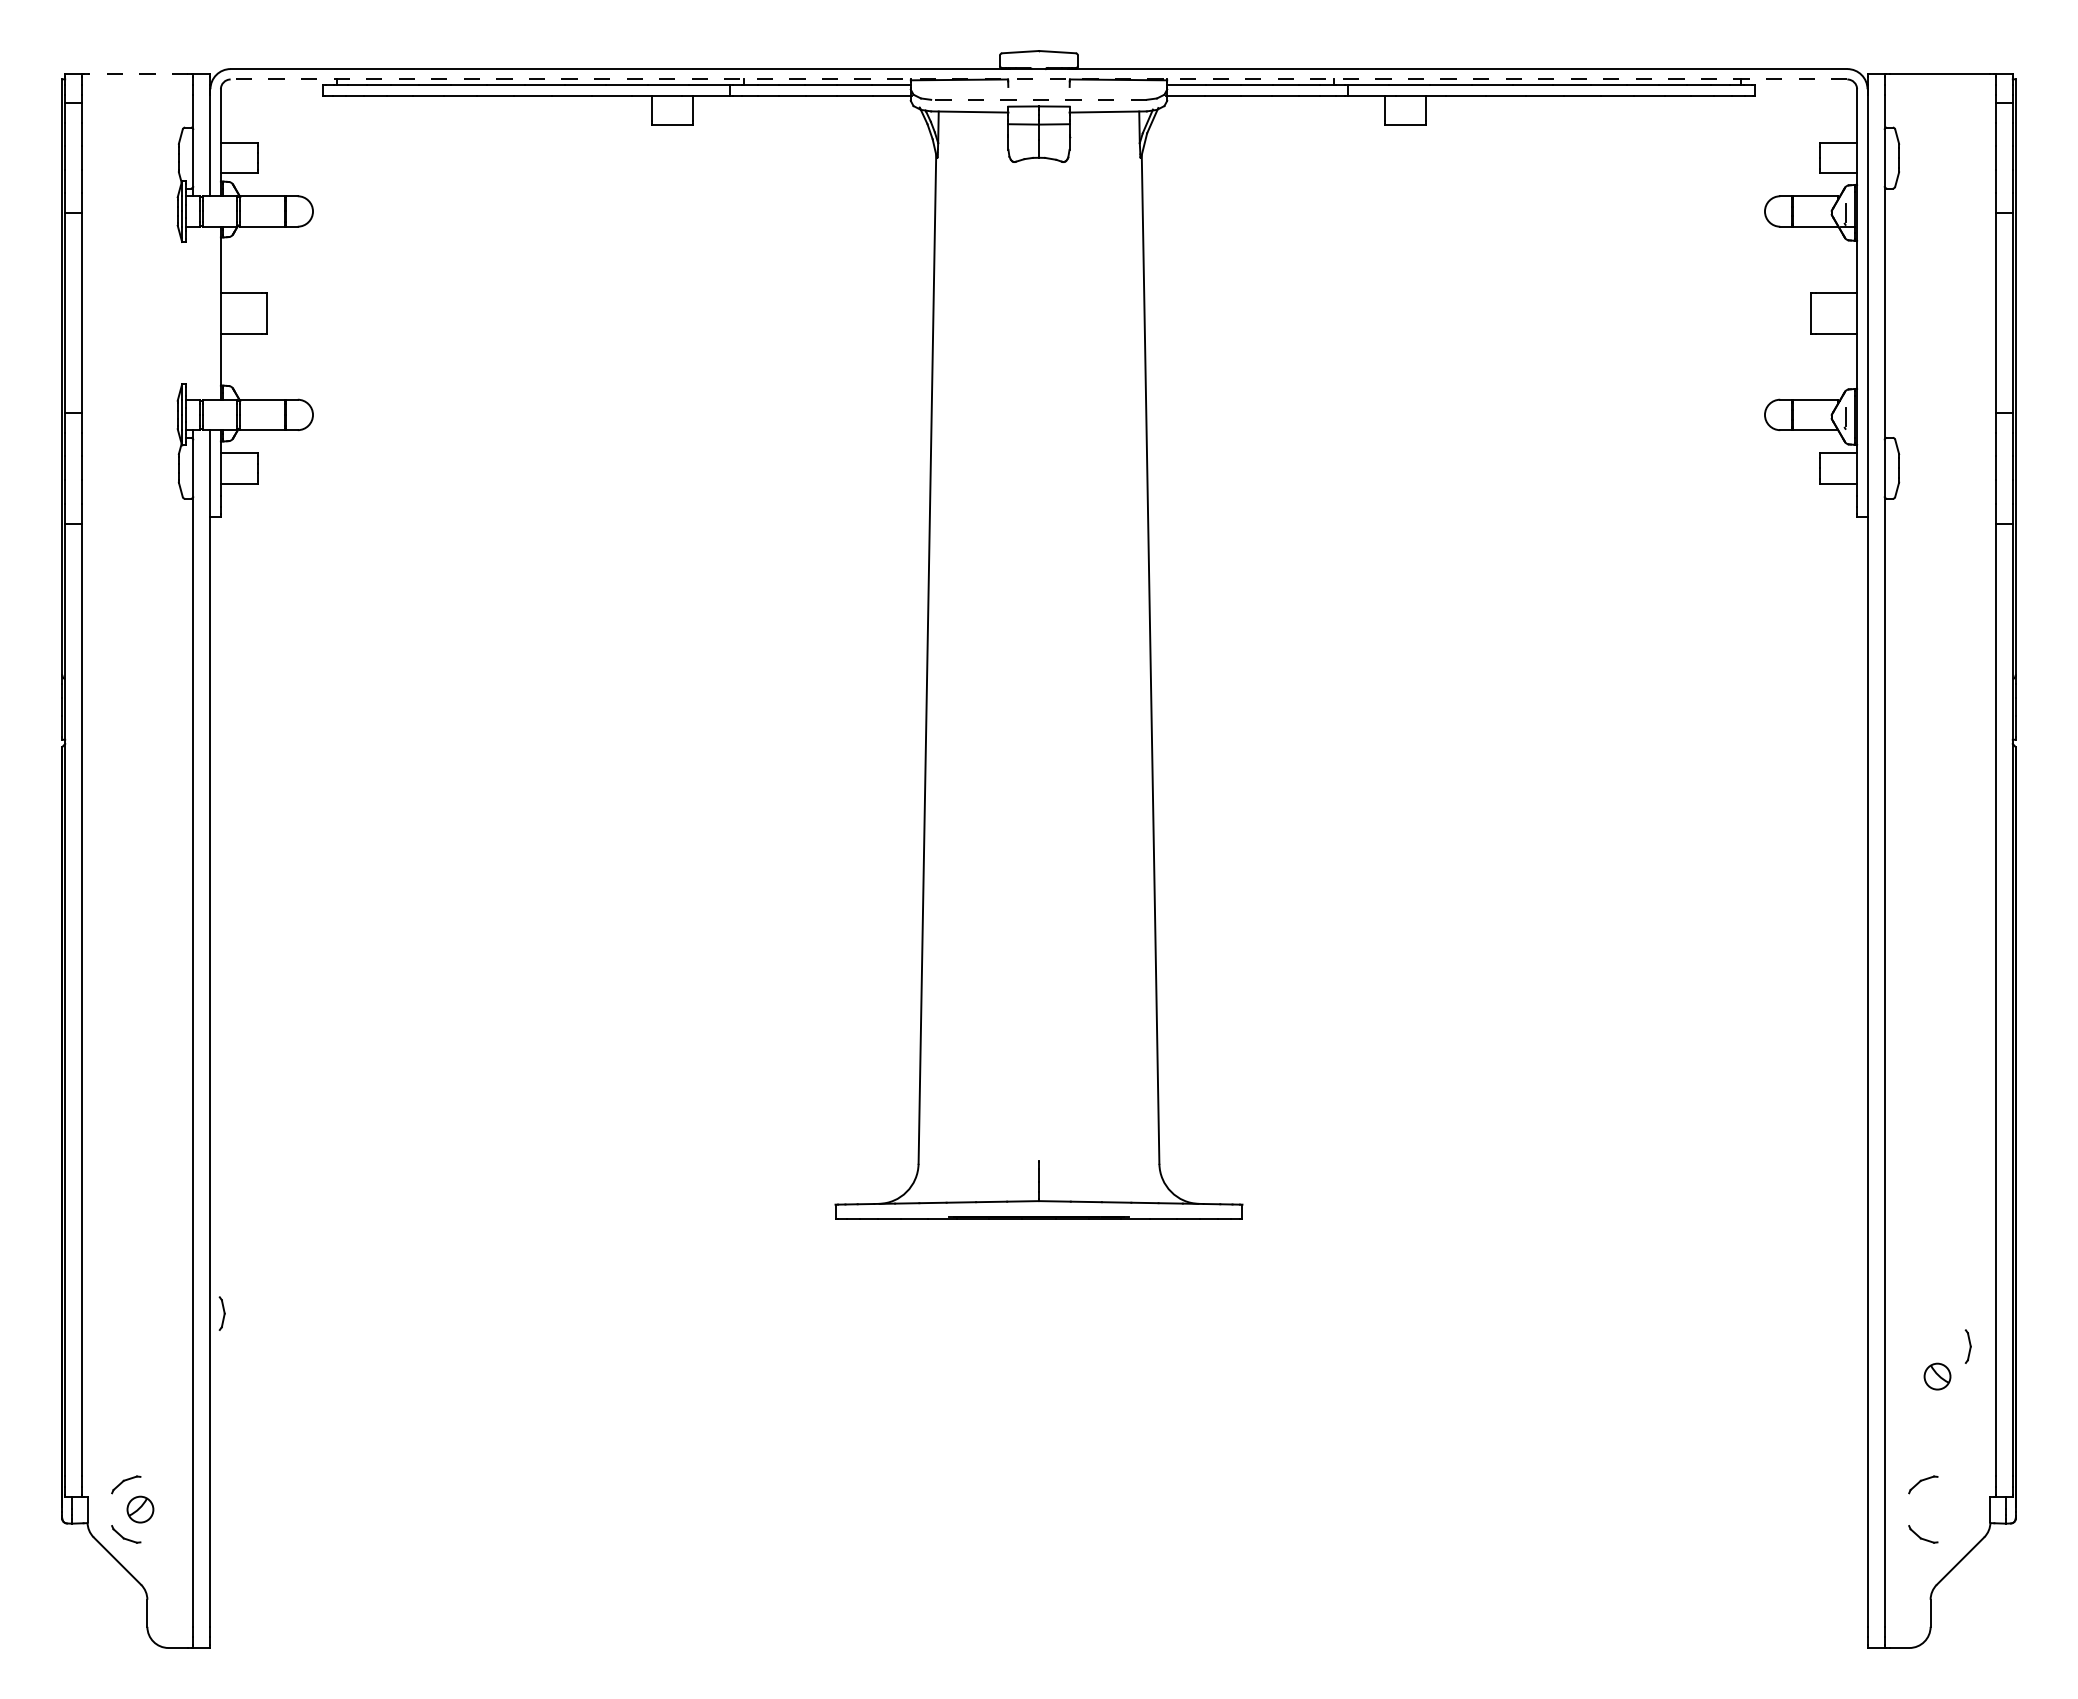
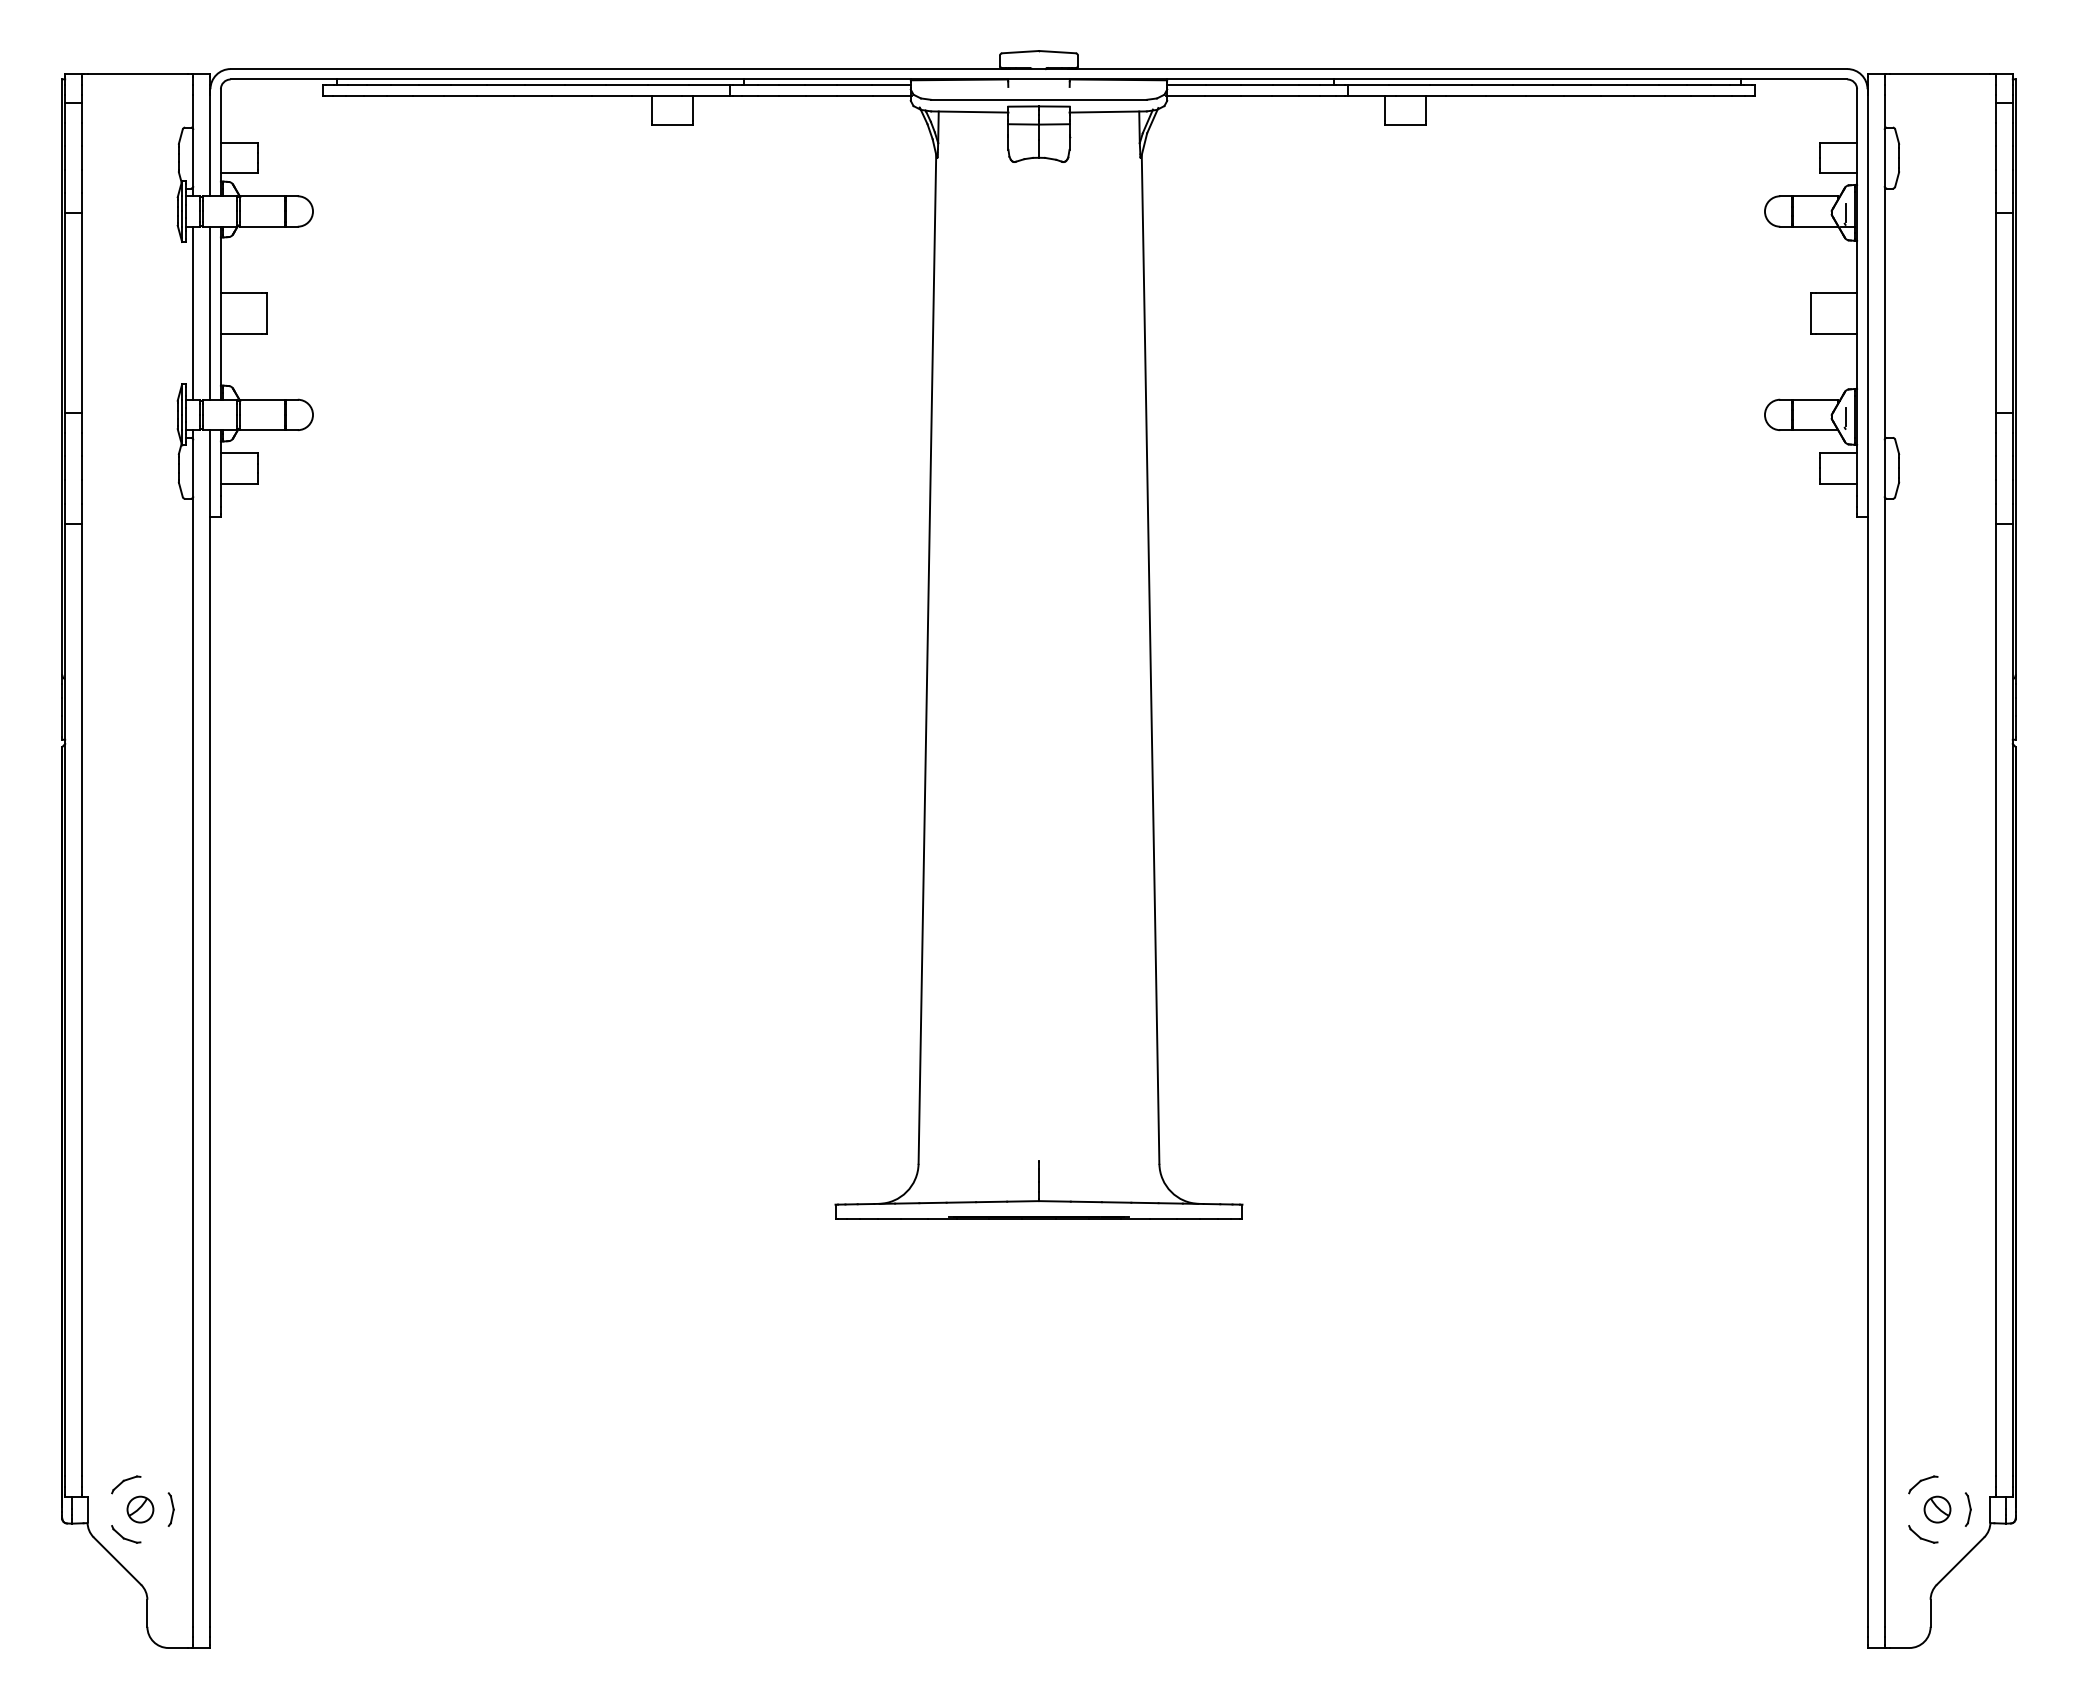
line at (137, 73): dashed -> solid
line at (1038, 79): dashed -> solid
line at (1039, 99): dashed -> solid
line at (193, 312): none -> present
line at (210, 312): none -> present
part at (221, 1313) position: (221, 1313) -> (170, 1509)
part at (1967, 1346) position: (1967, 1346) -> (1967, 1509)
part at (1937, 1376) position: (1937, 1376) -> (1937, 1509)
